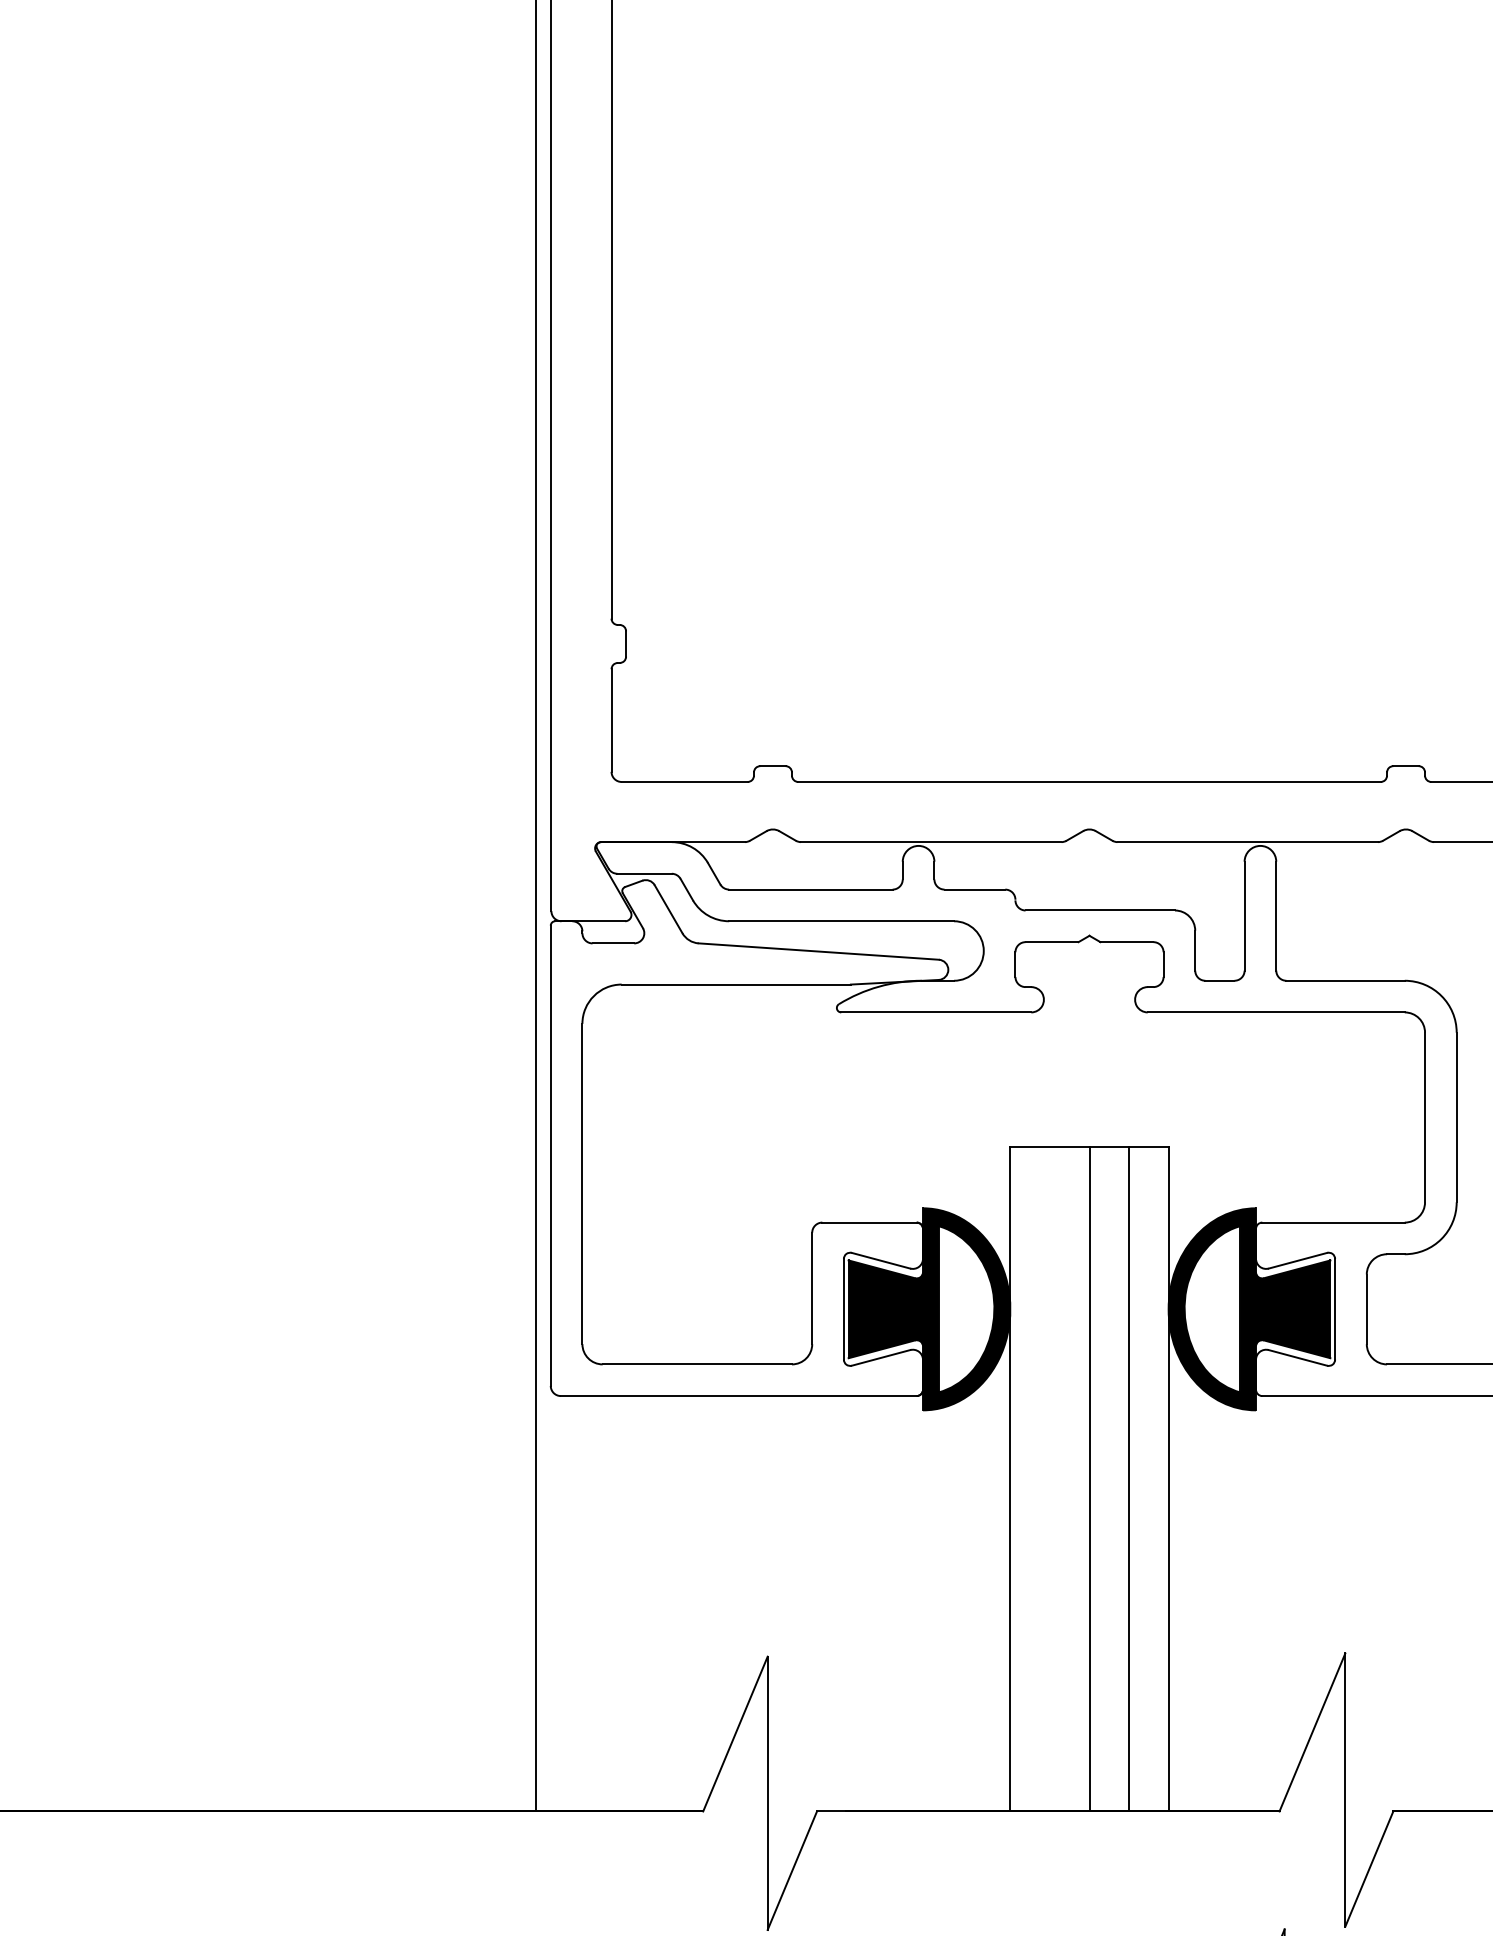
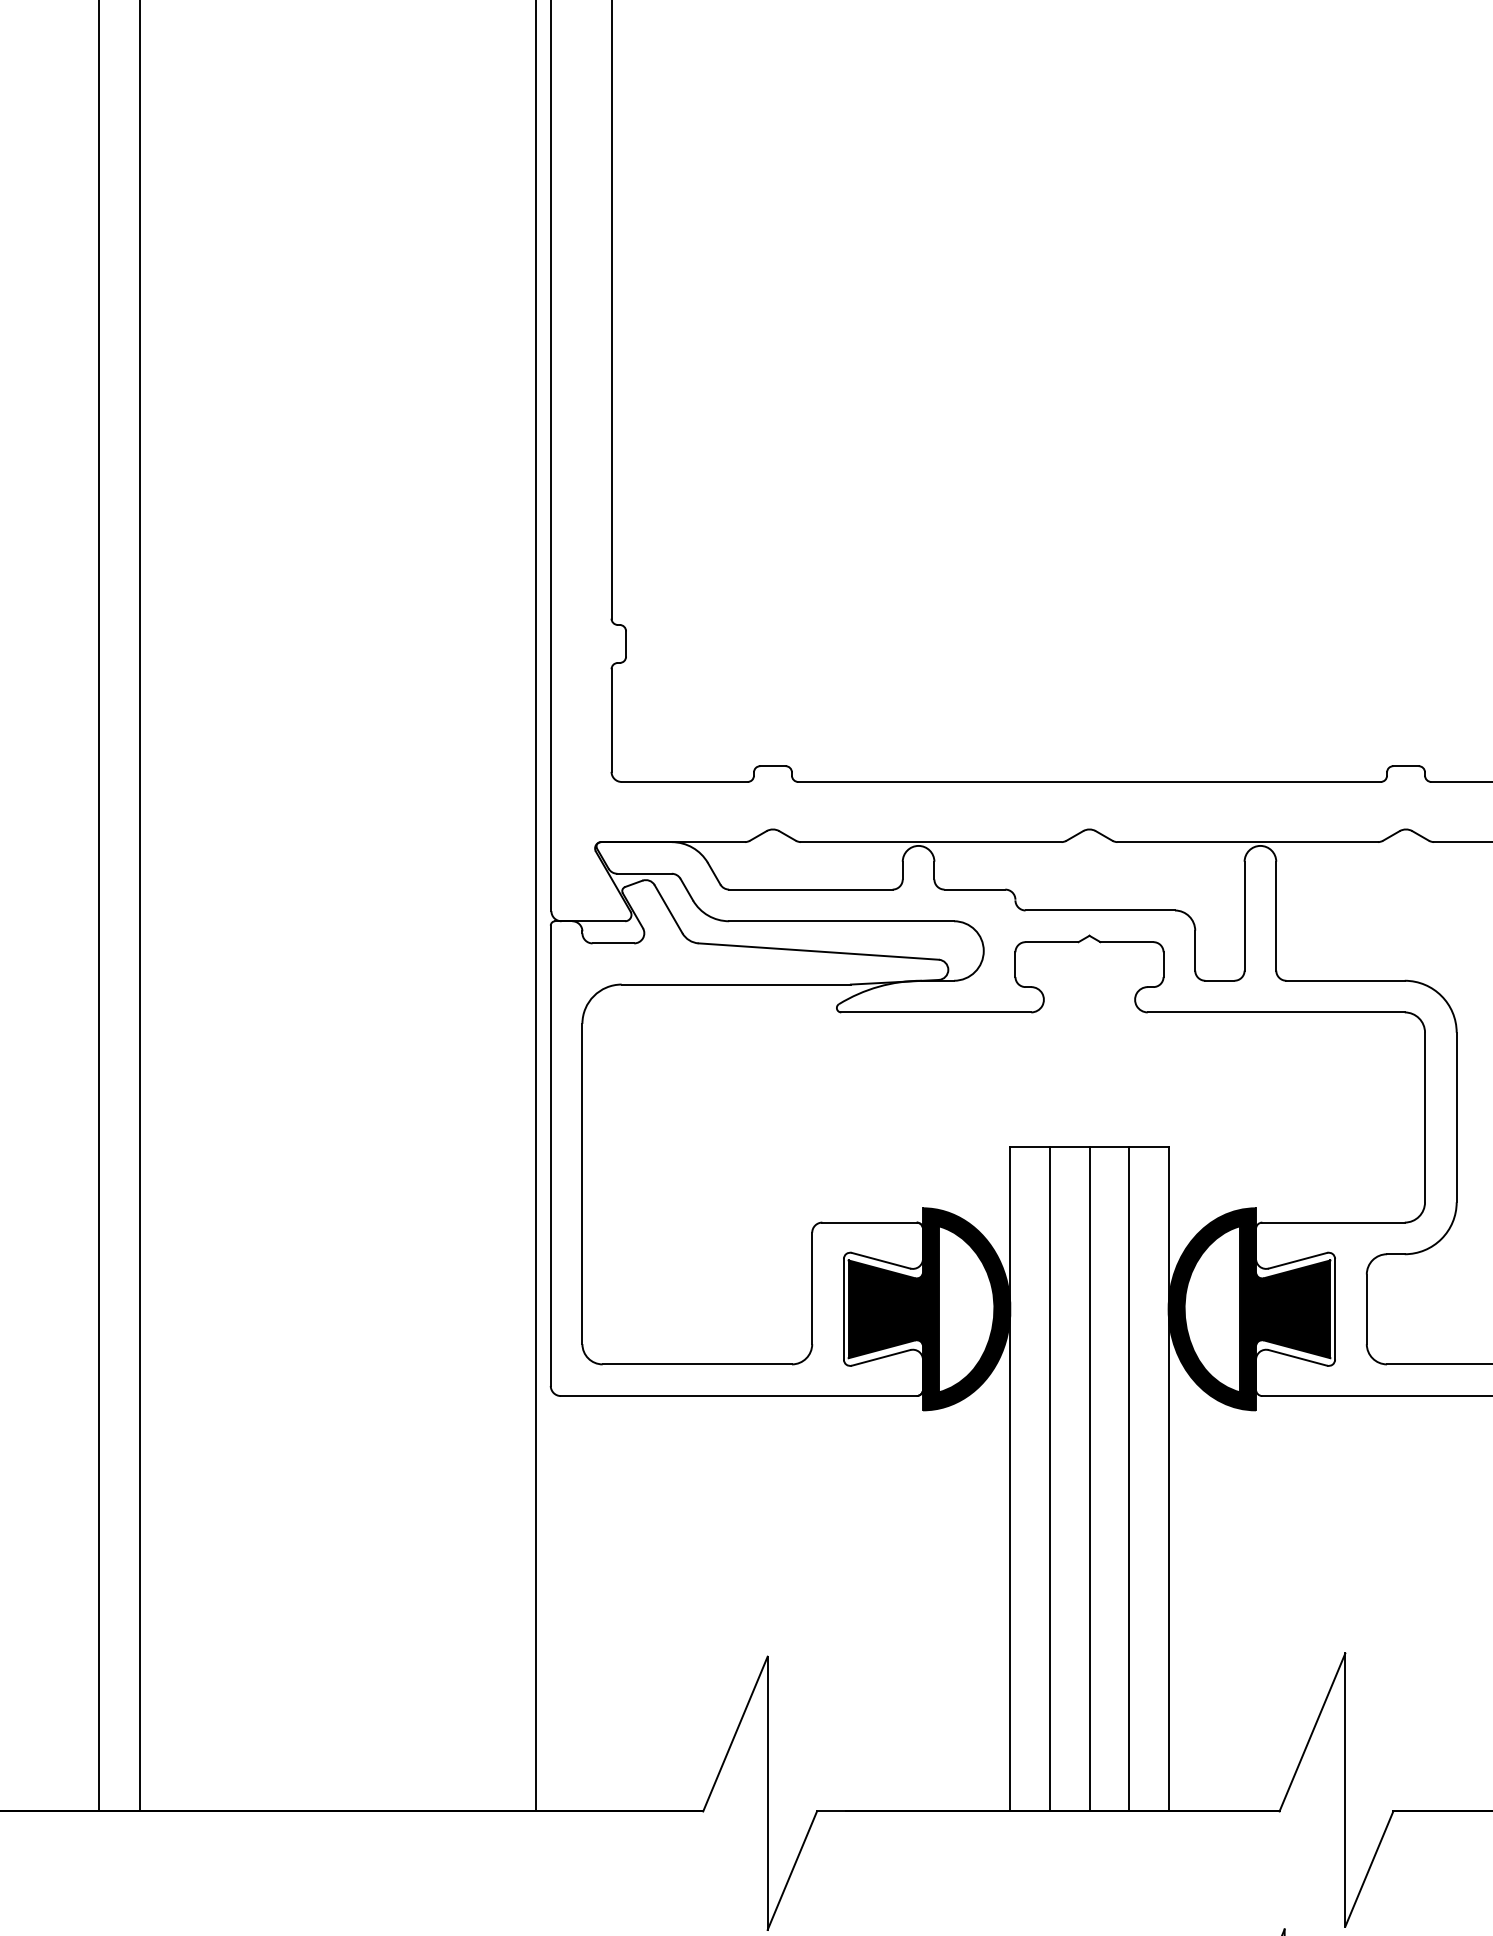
line at (99, 906): none -> present
line at (139, 906): none -> present
line at (1049, 1478): none -> present
